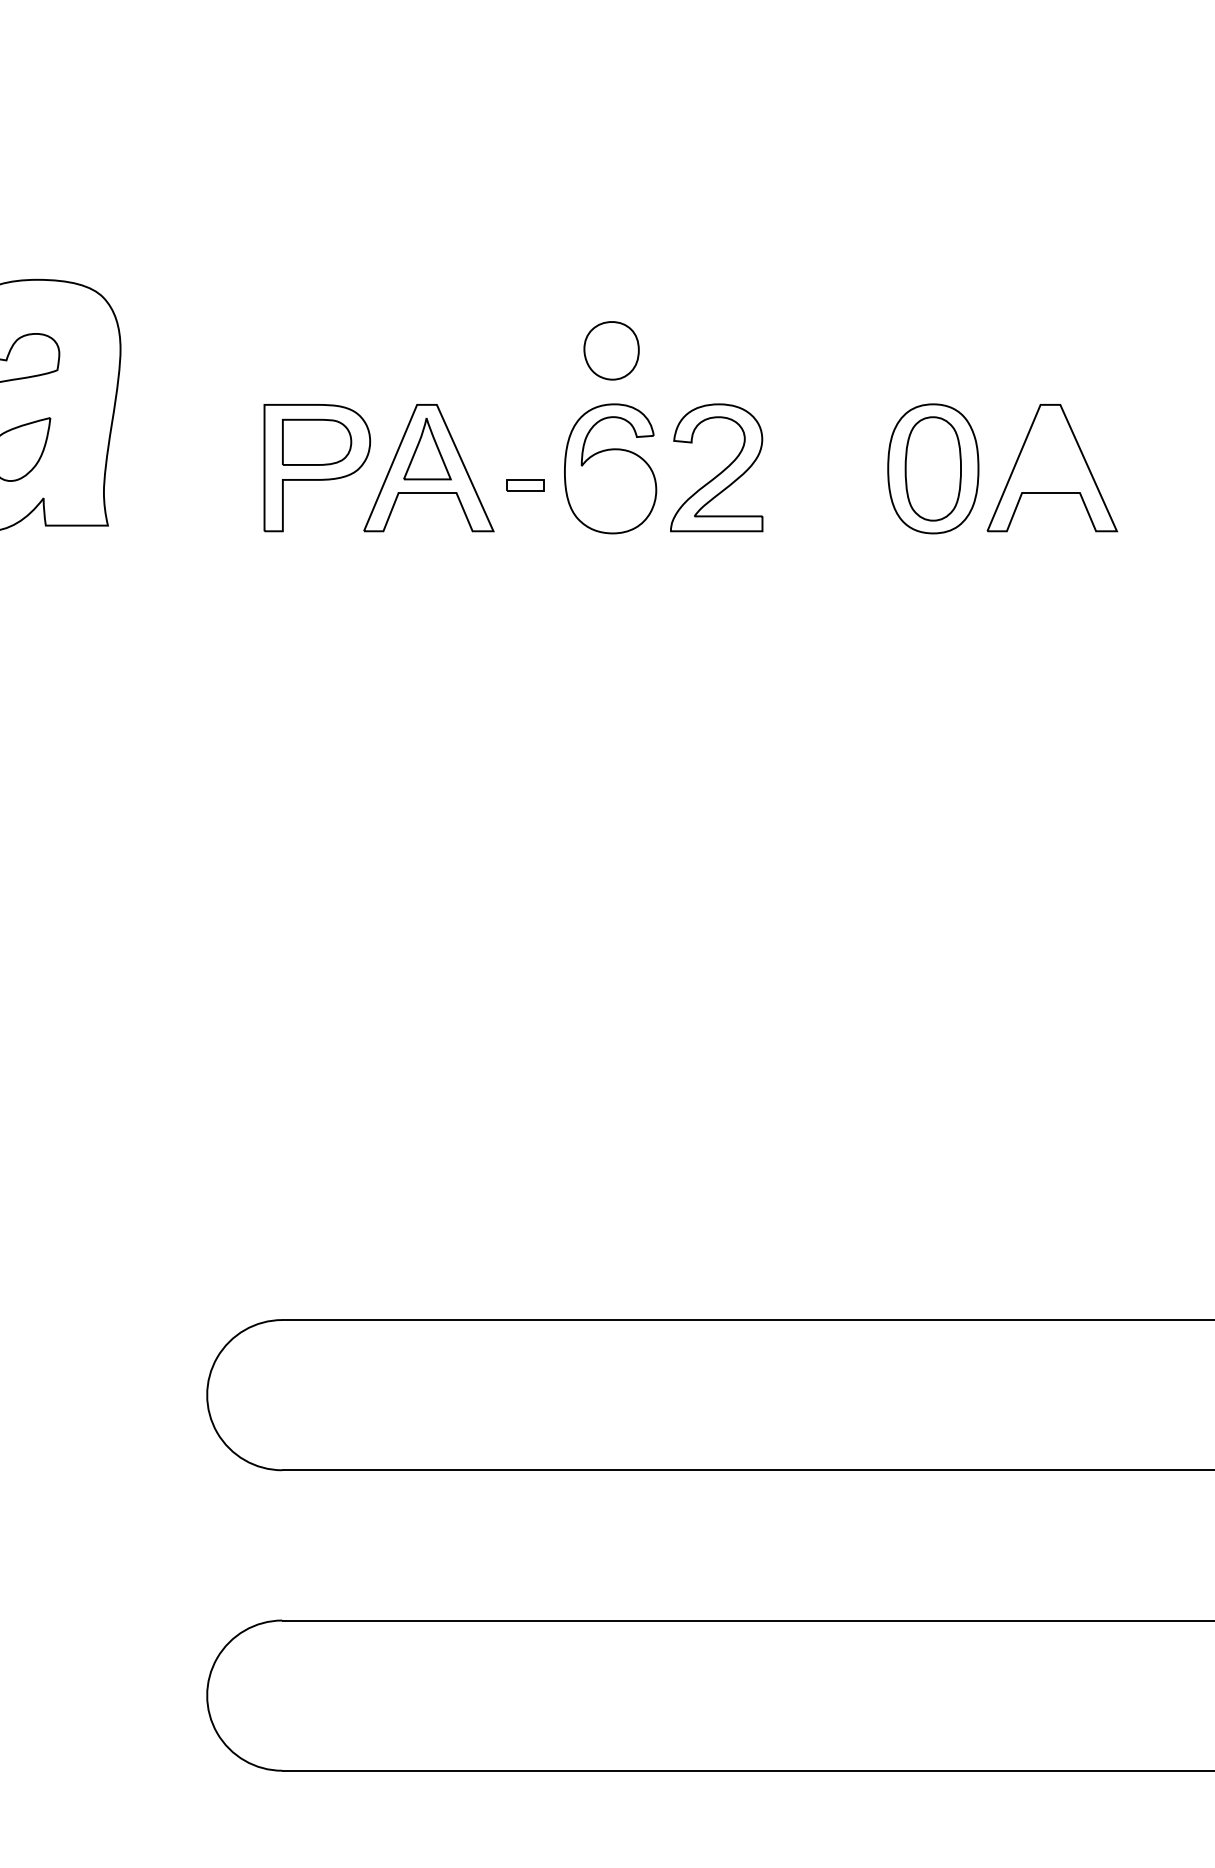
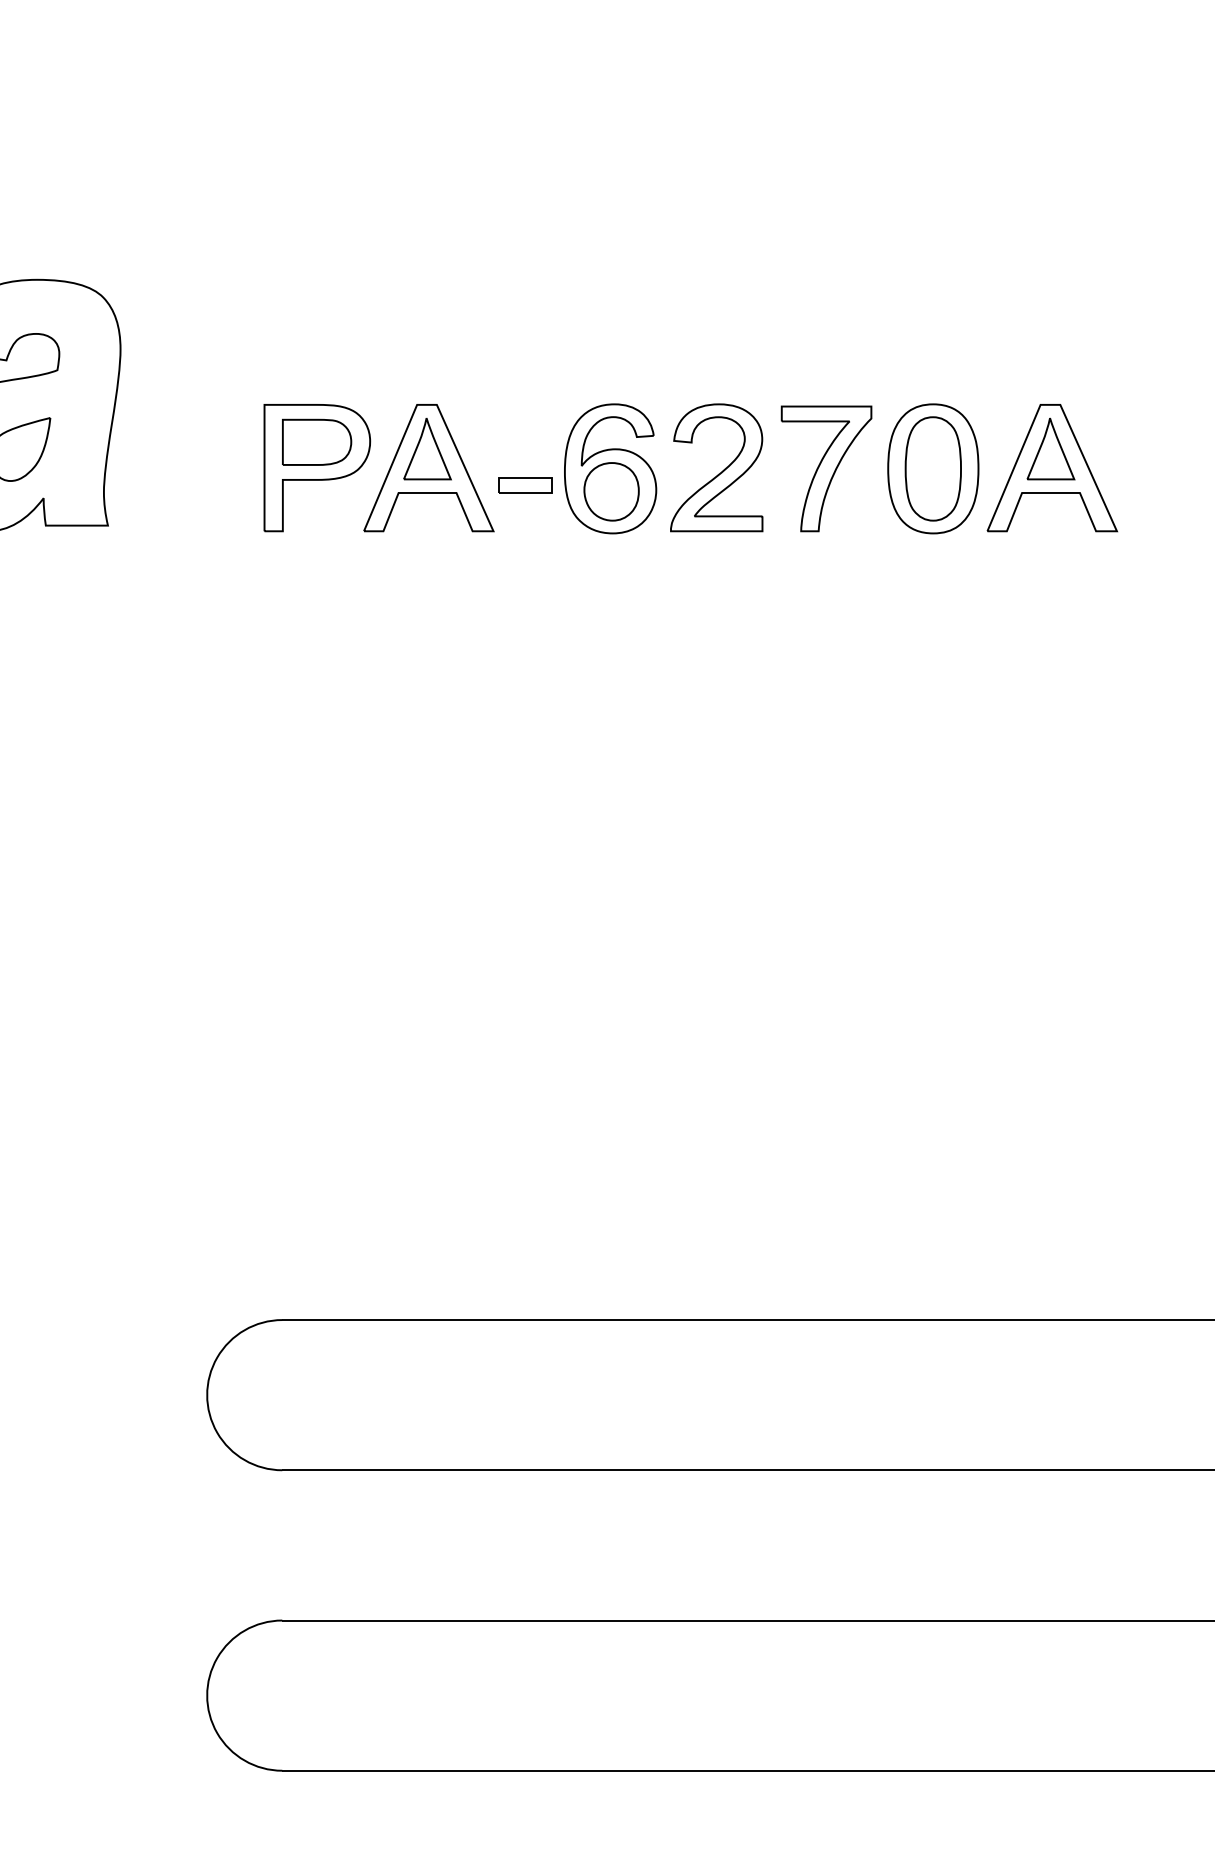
part at (611, 350) position: (611, 350) -> (611, 491)
part at (1050, 448): none -> present
part at (826, 468): none -> present
part at (525, 485) size: 39x13 px -> 55x17 px
